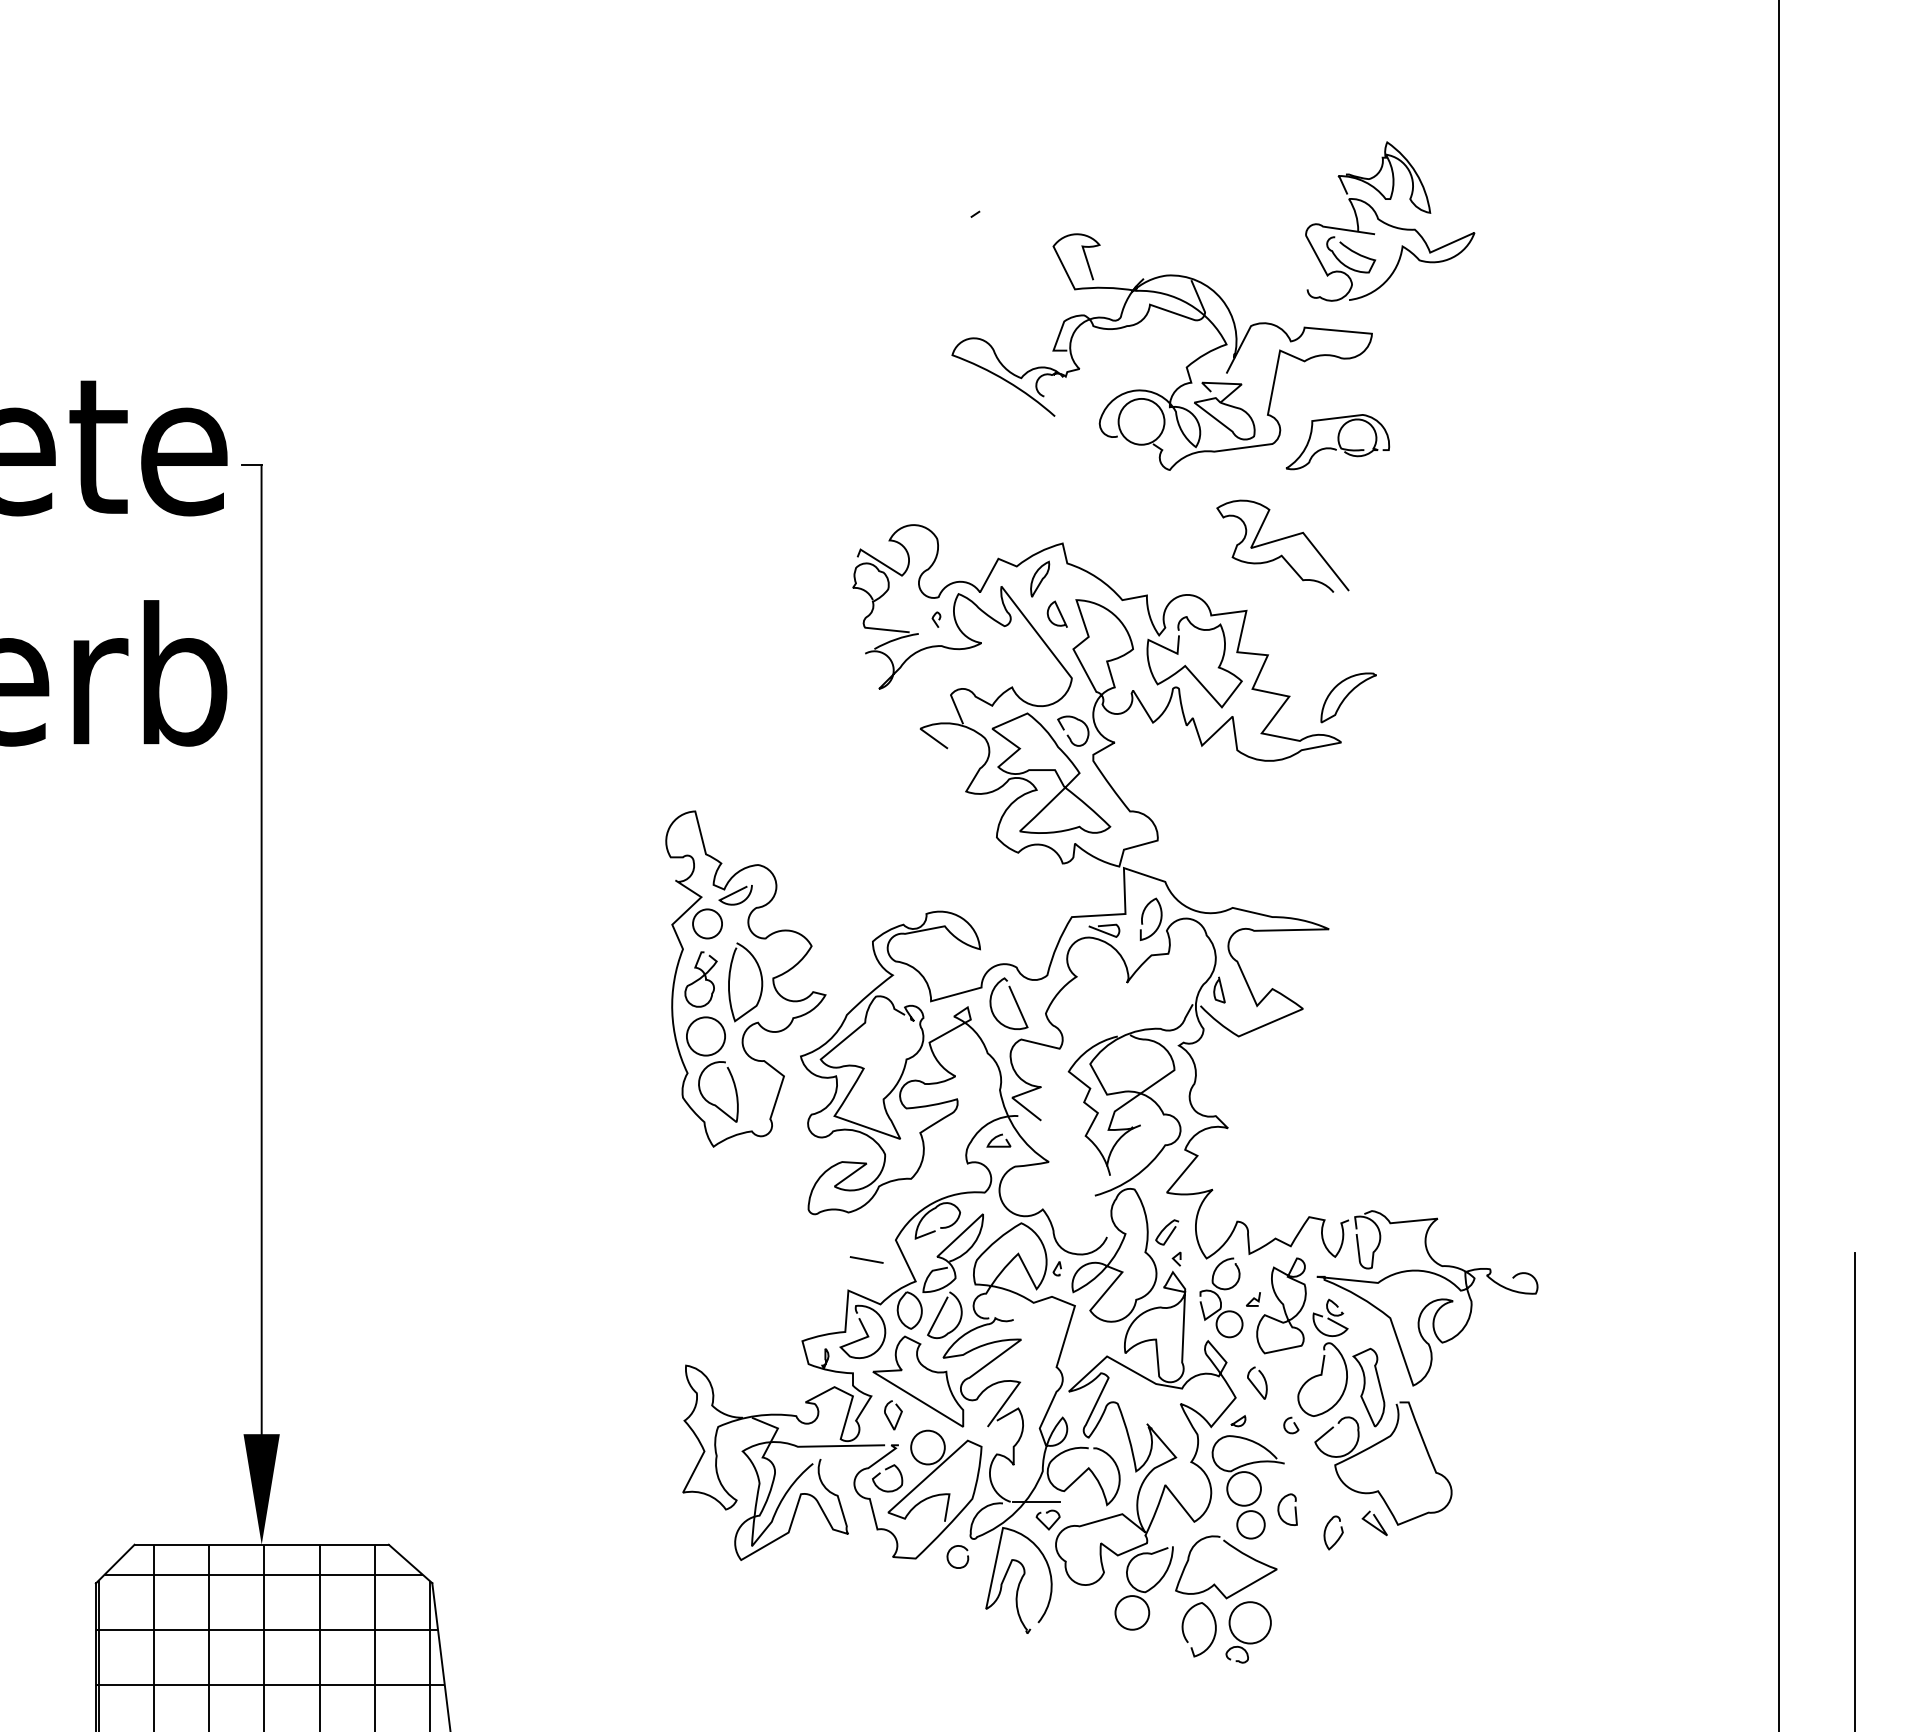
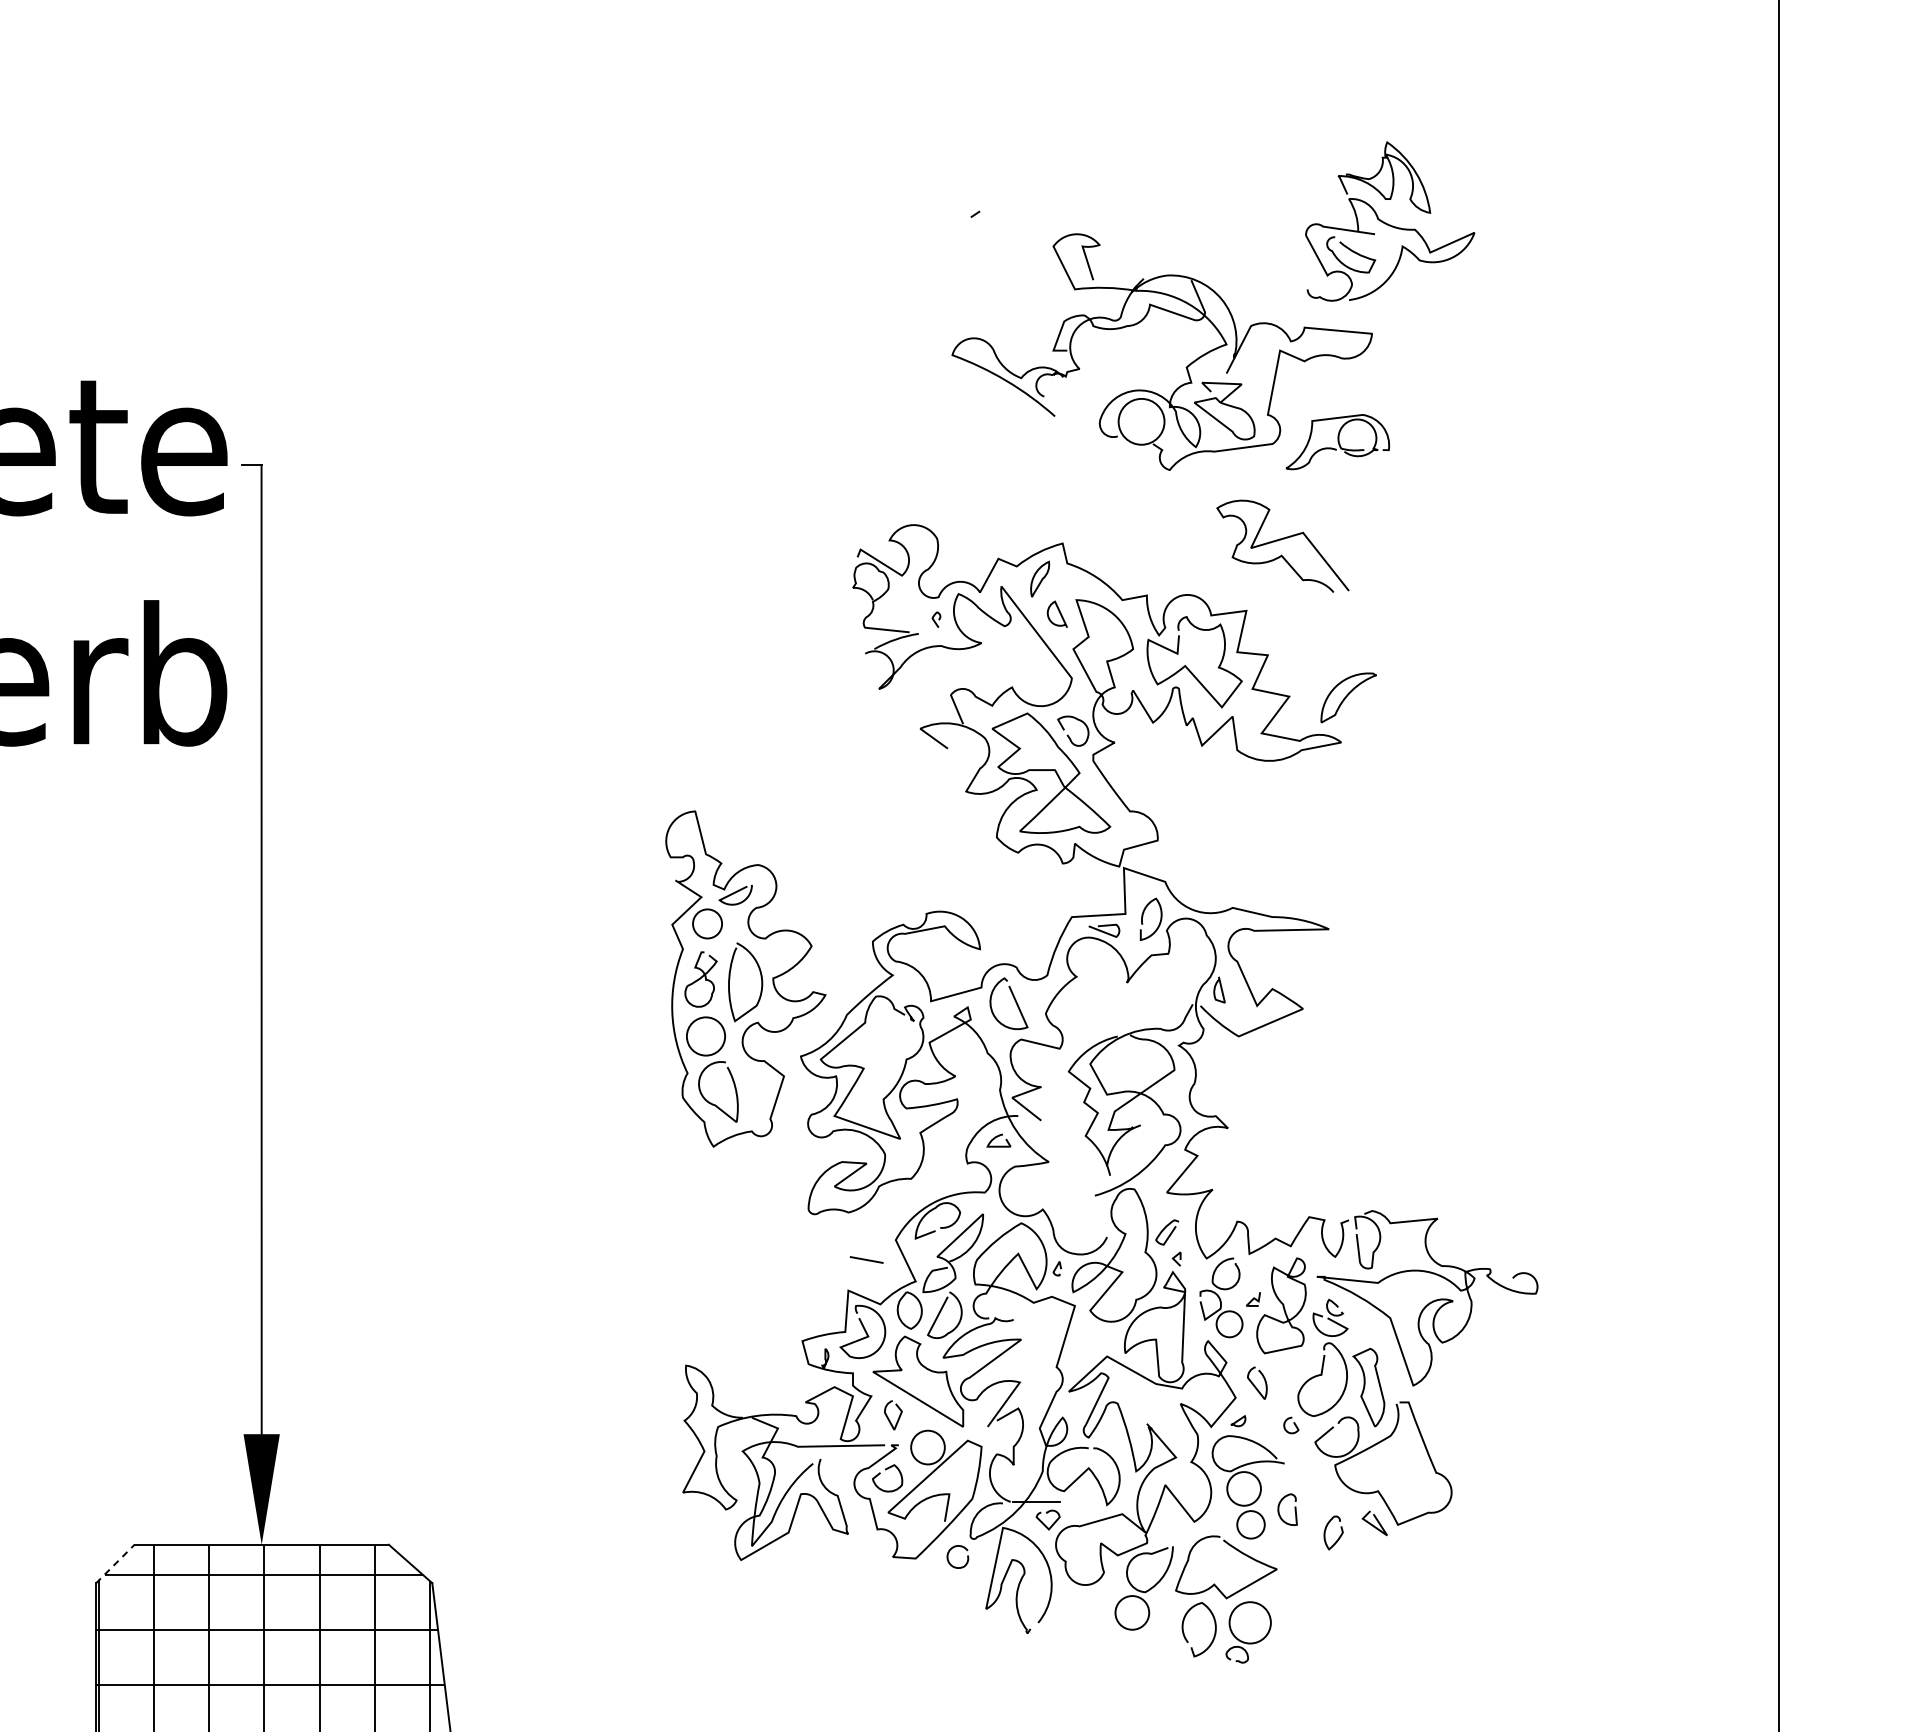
line at (1854, 1490): present -> none
line at (115, 1563): solid -> dashed
